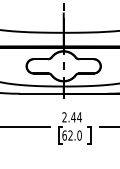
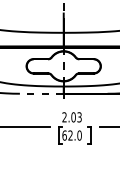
line at (41, 93): solid -> dashed
text at (76, 117): 2.44 -> 2.03
